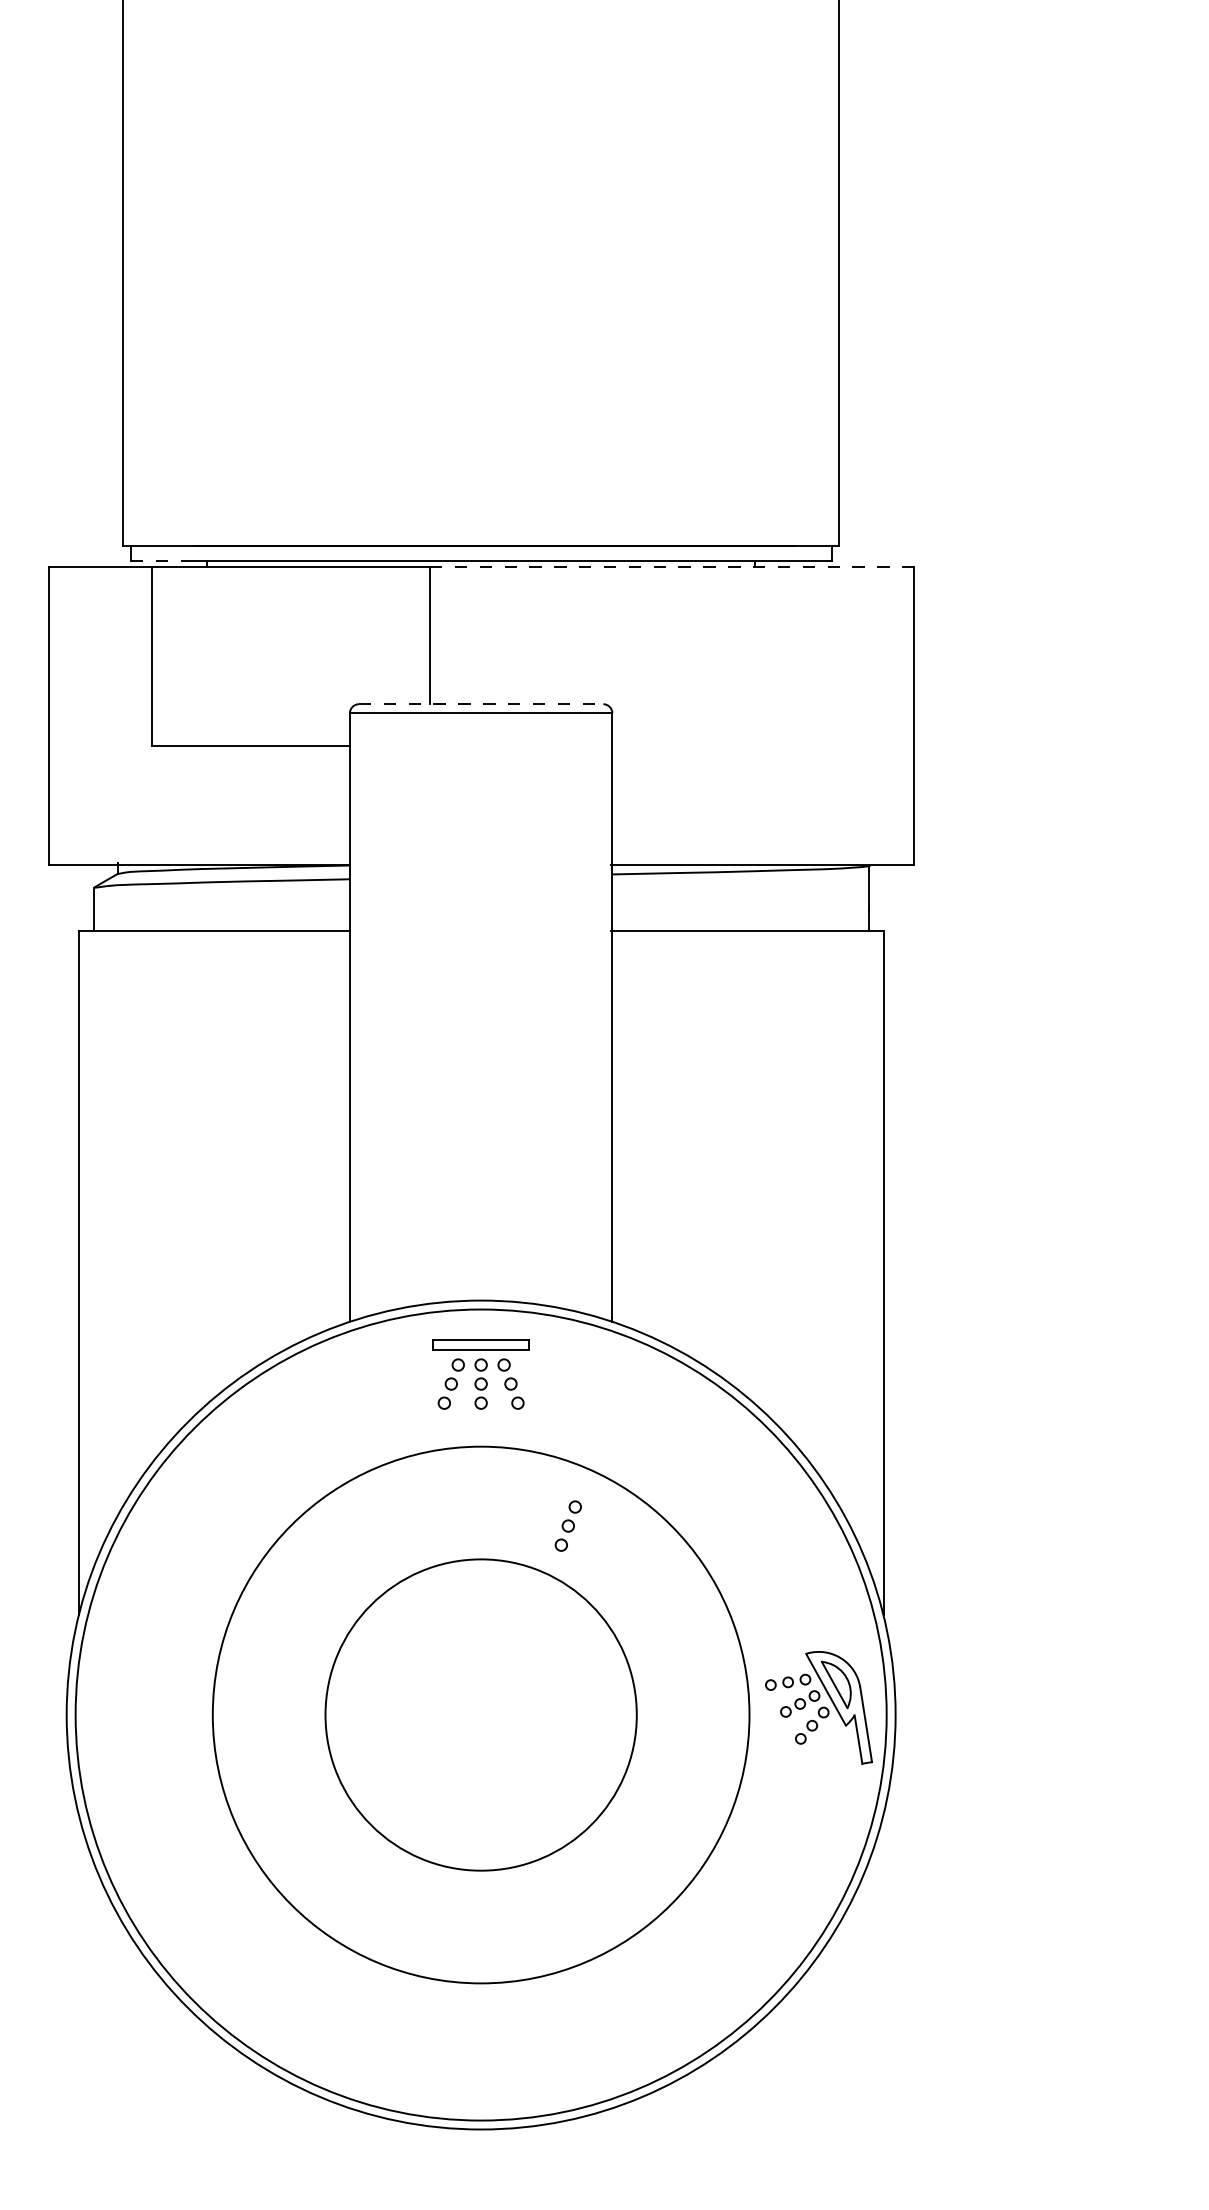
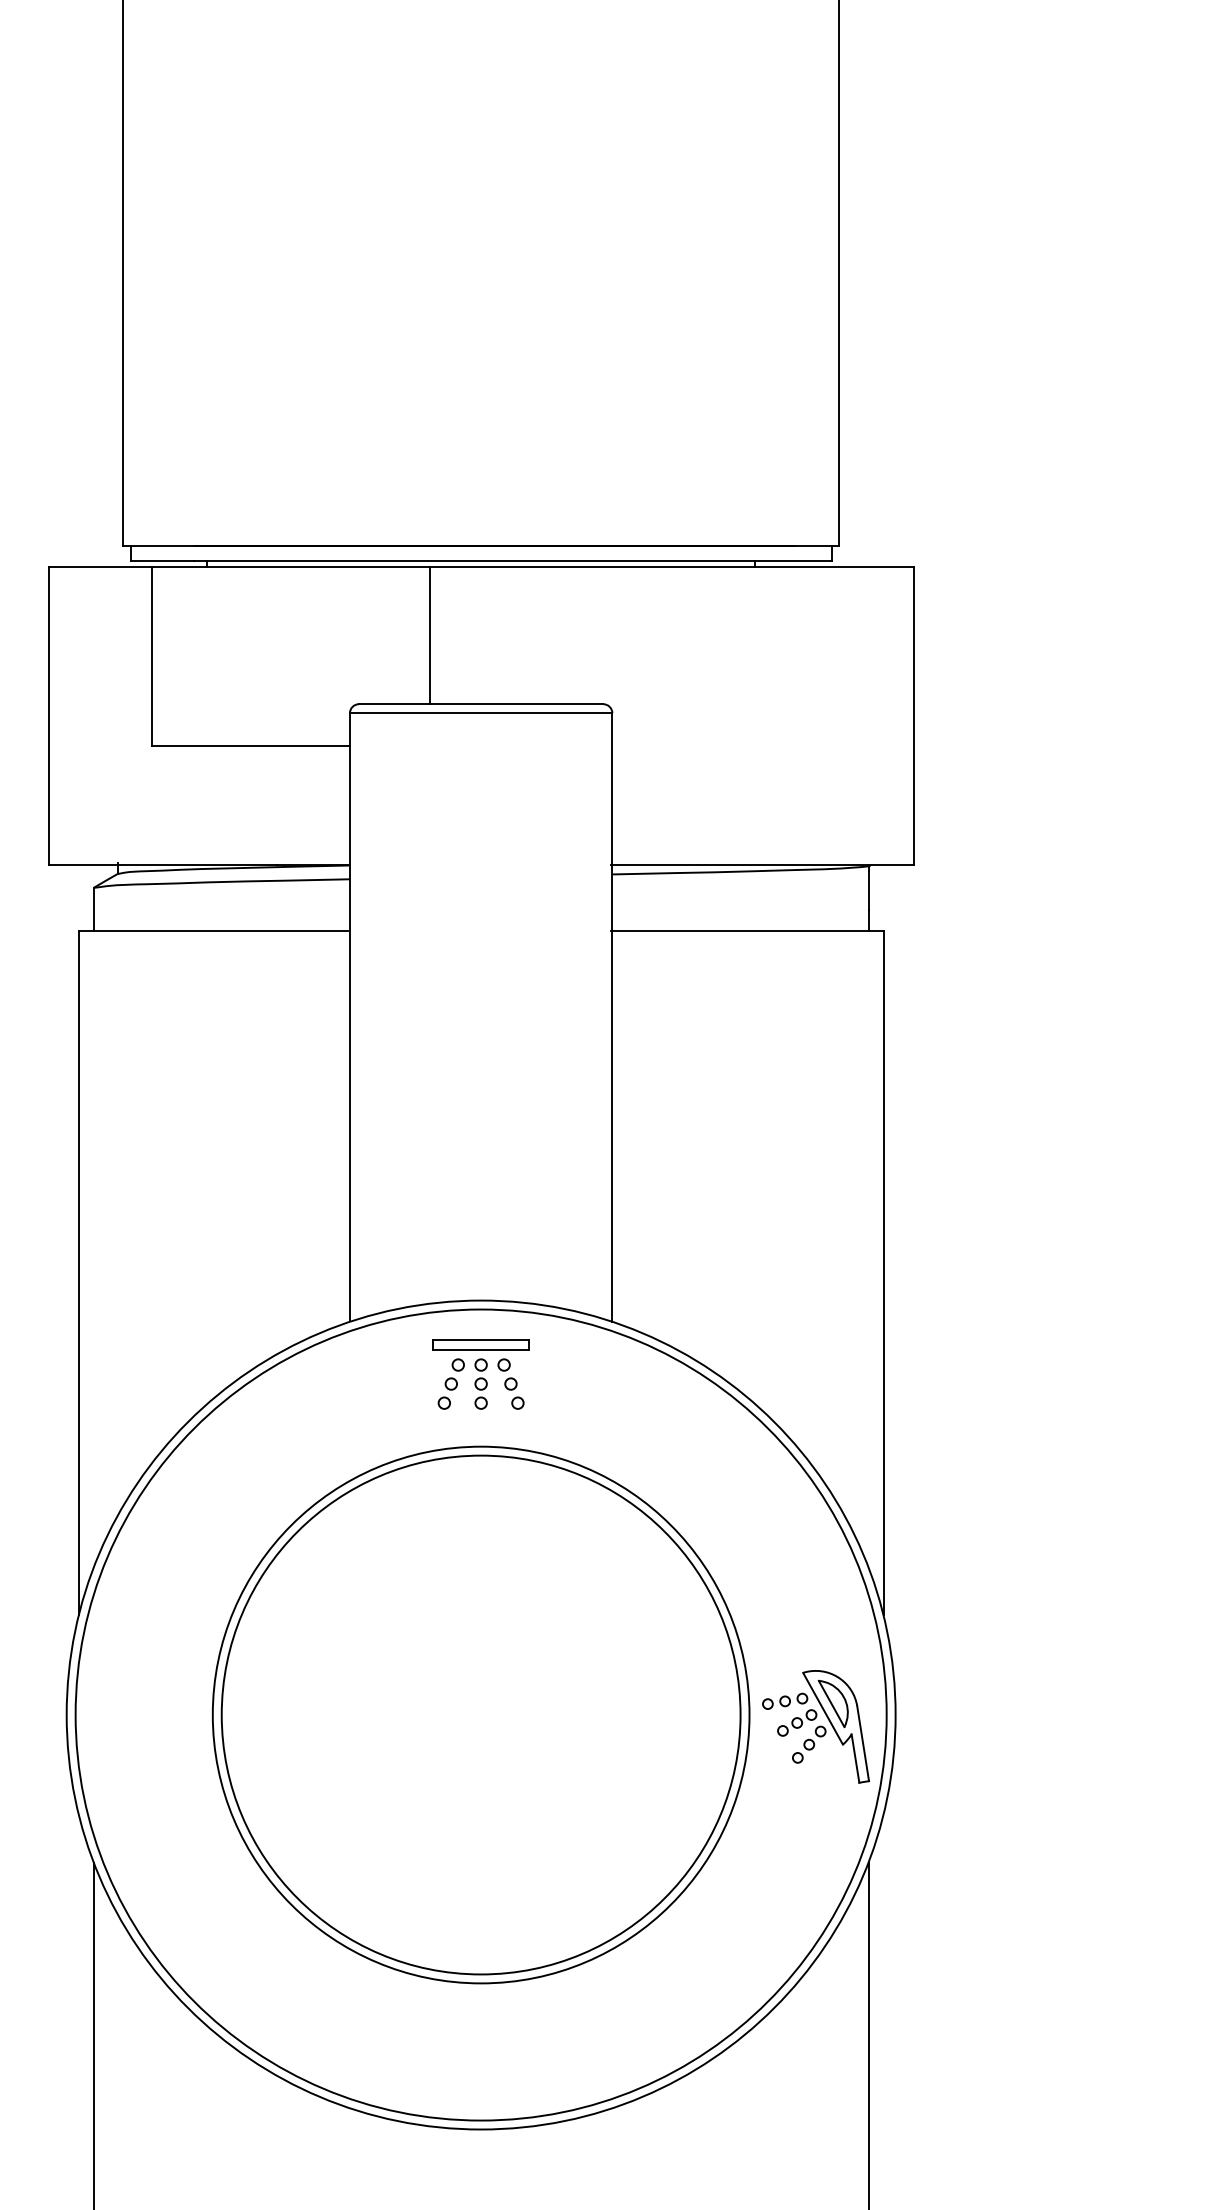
line at (162, 561): dashed -> solid
line at (671, 567): dashed -> solid
line at (481, 704): dashed -> solid
part at (567, 1525): present -> none
part at (819, 1707) position: (819, 1707) -> (816, 1726)
circle at (480, 1714) diameter: 311 px -> 519 px
line at (93, 2034): none -> present
line at (868, 2034): none -> present
